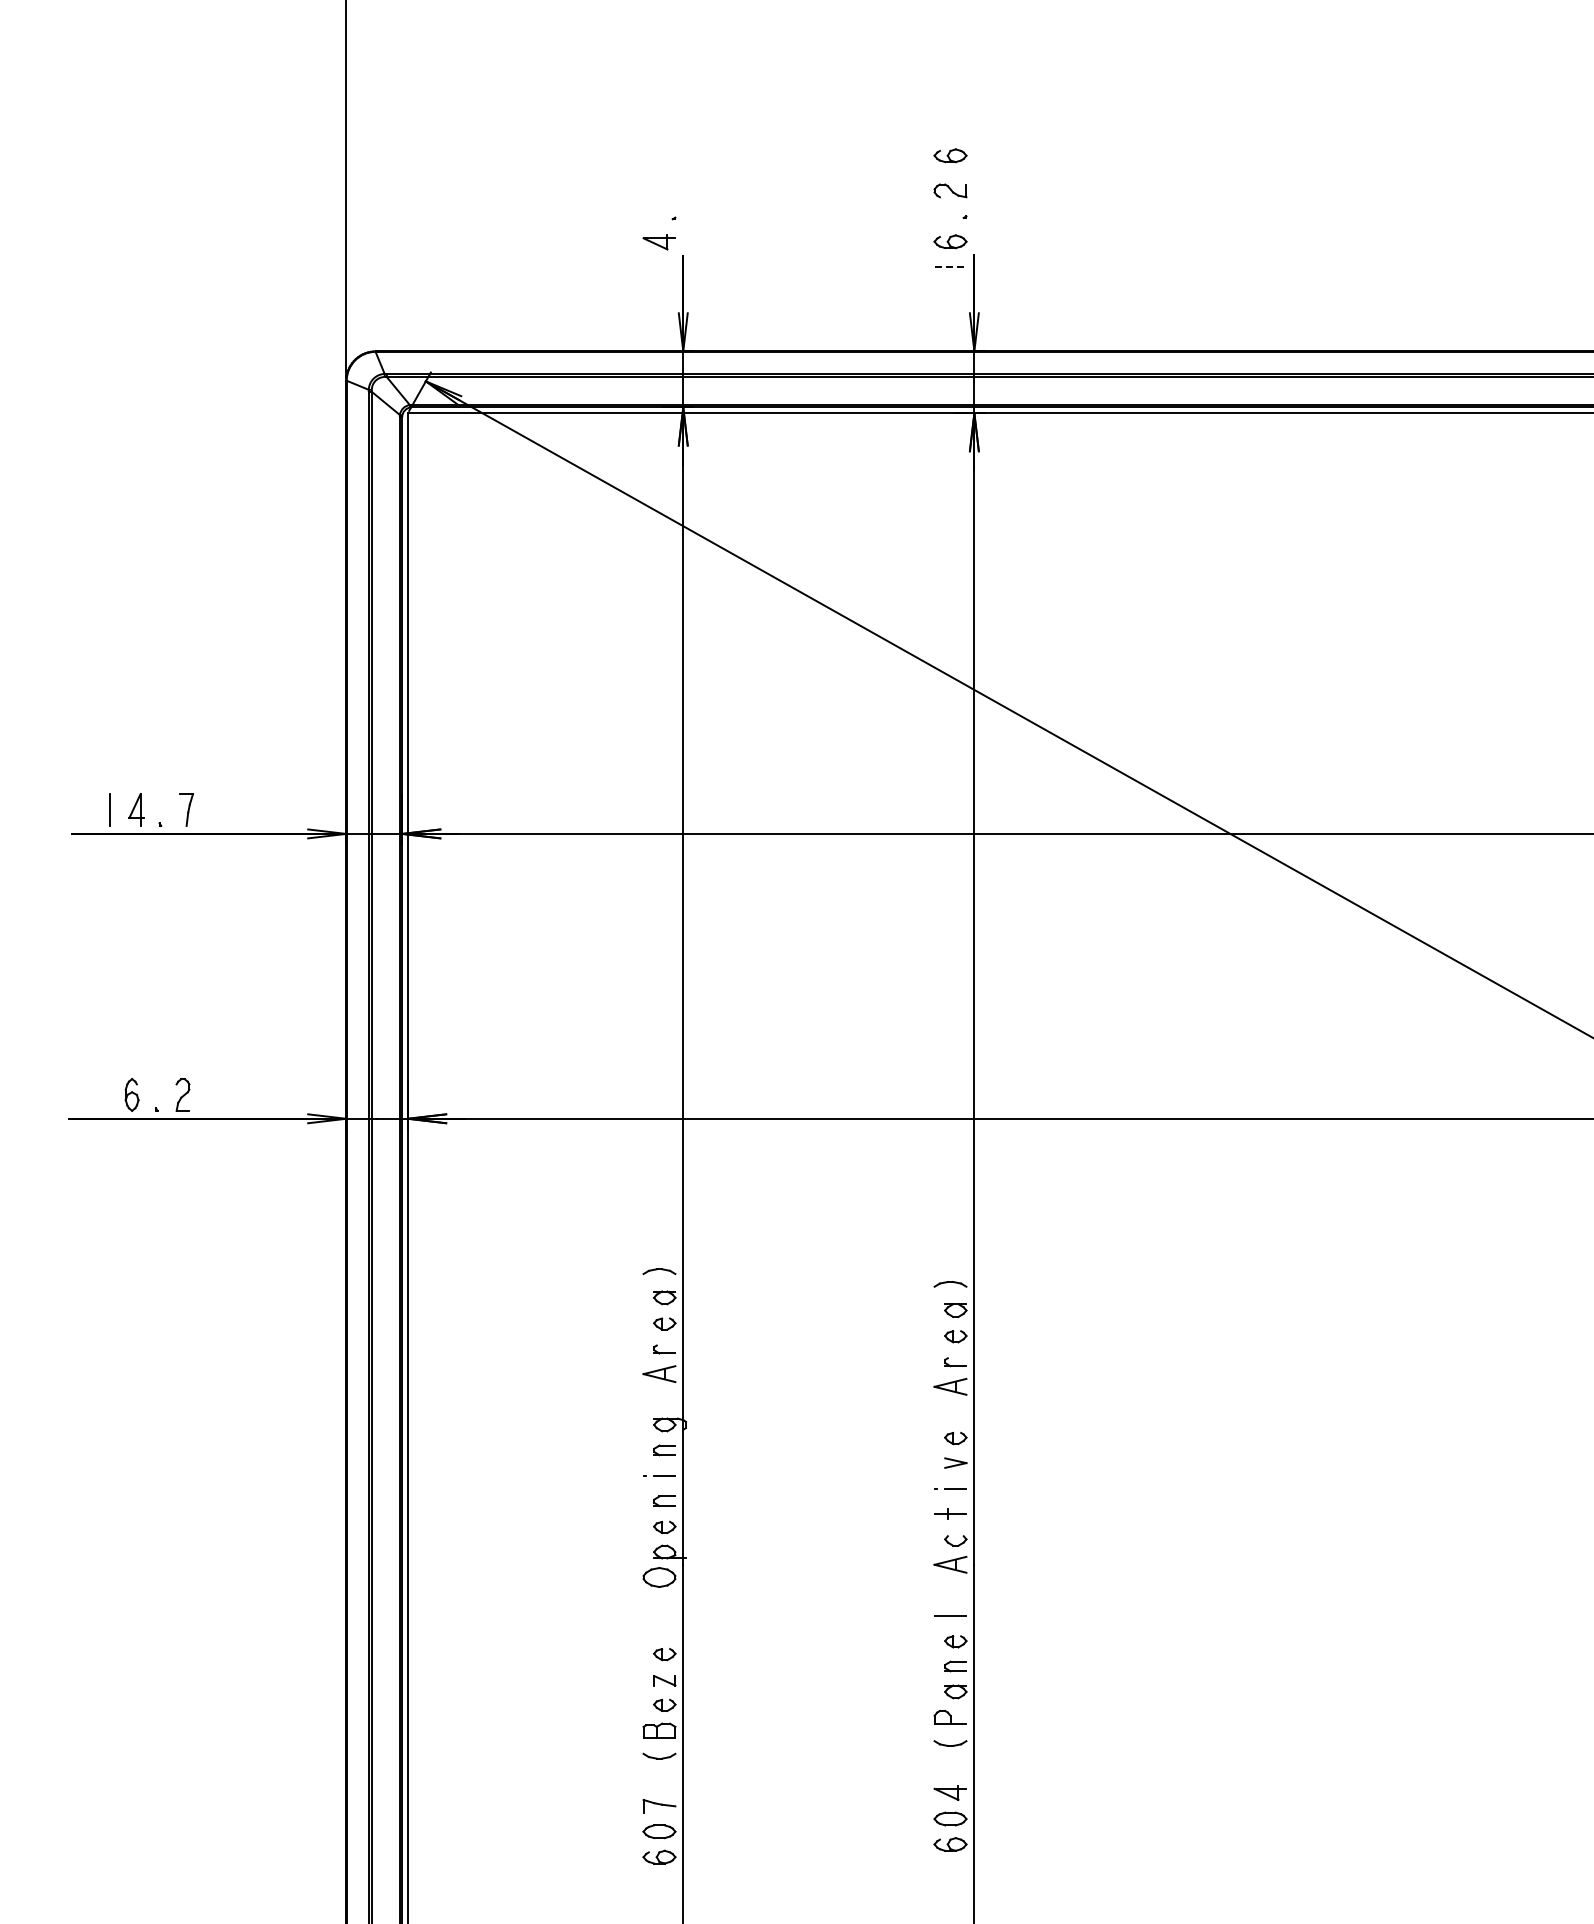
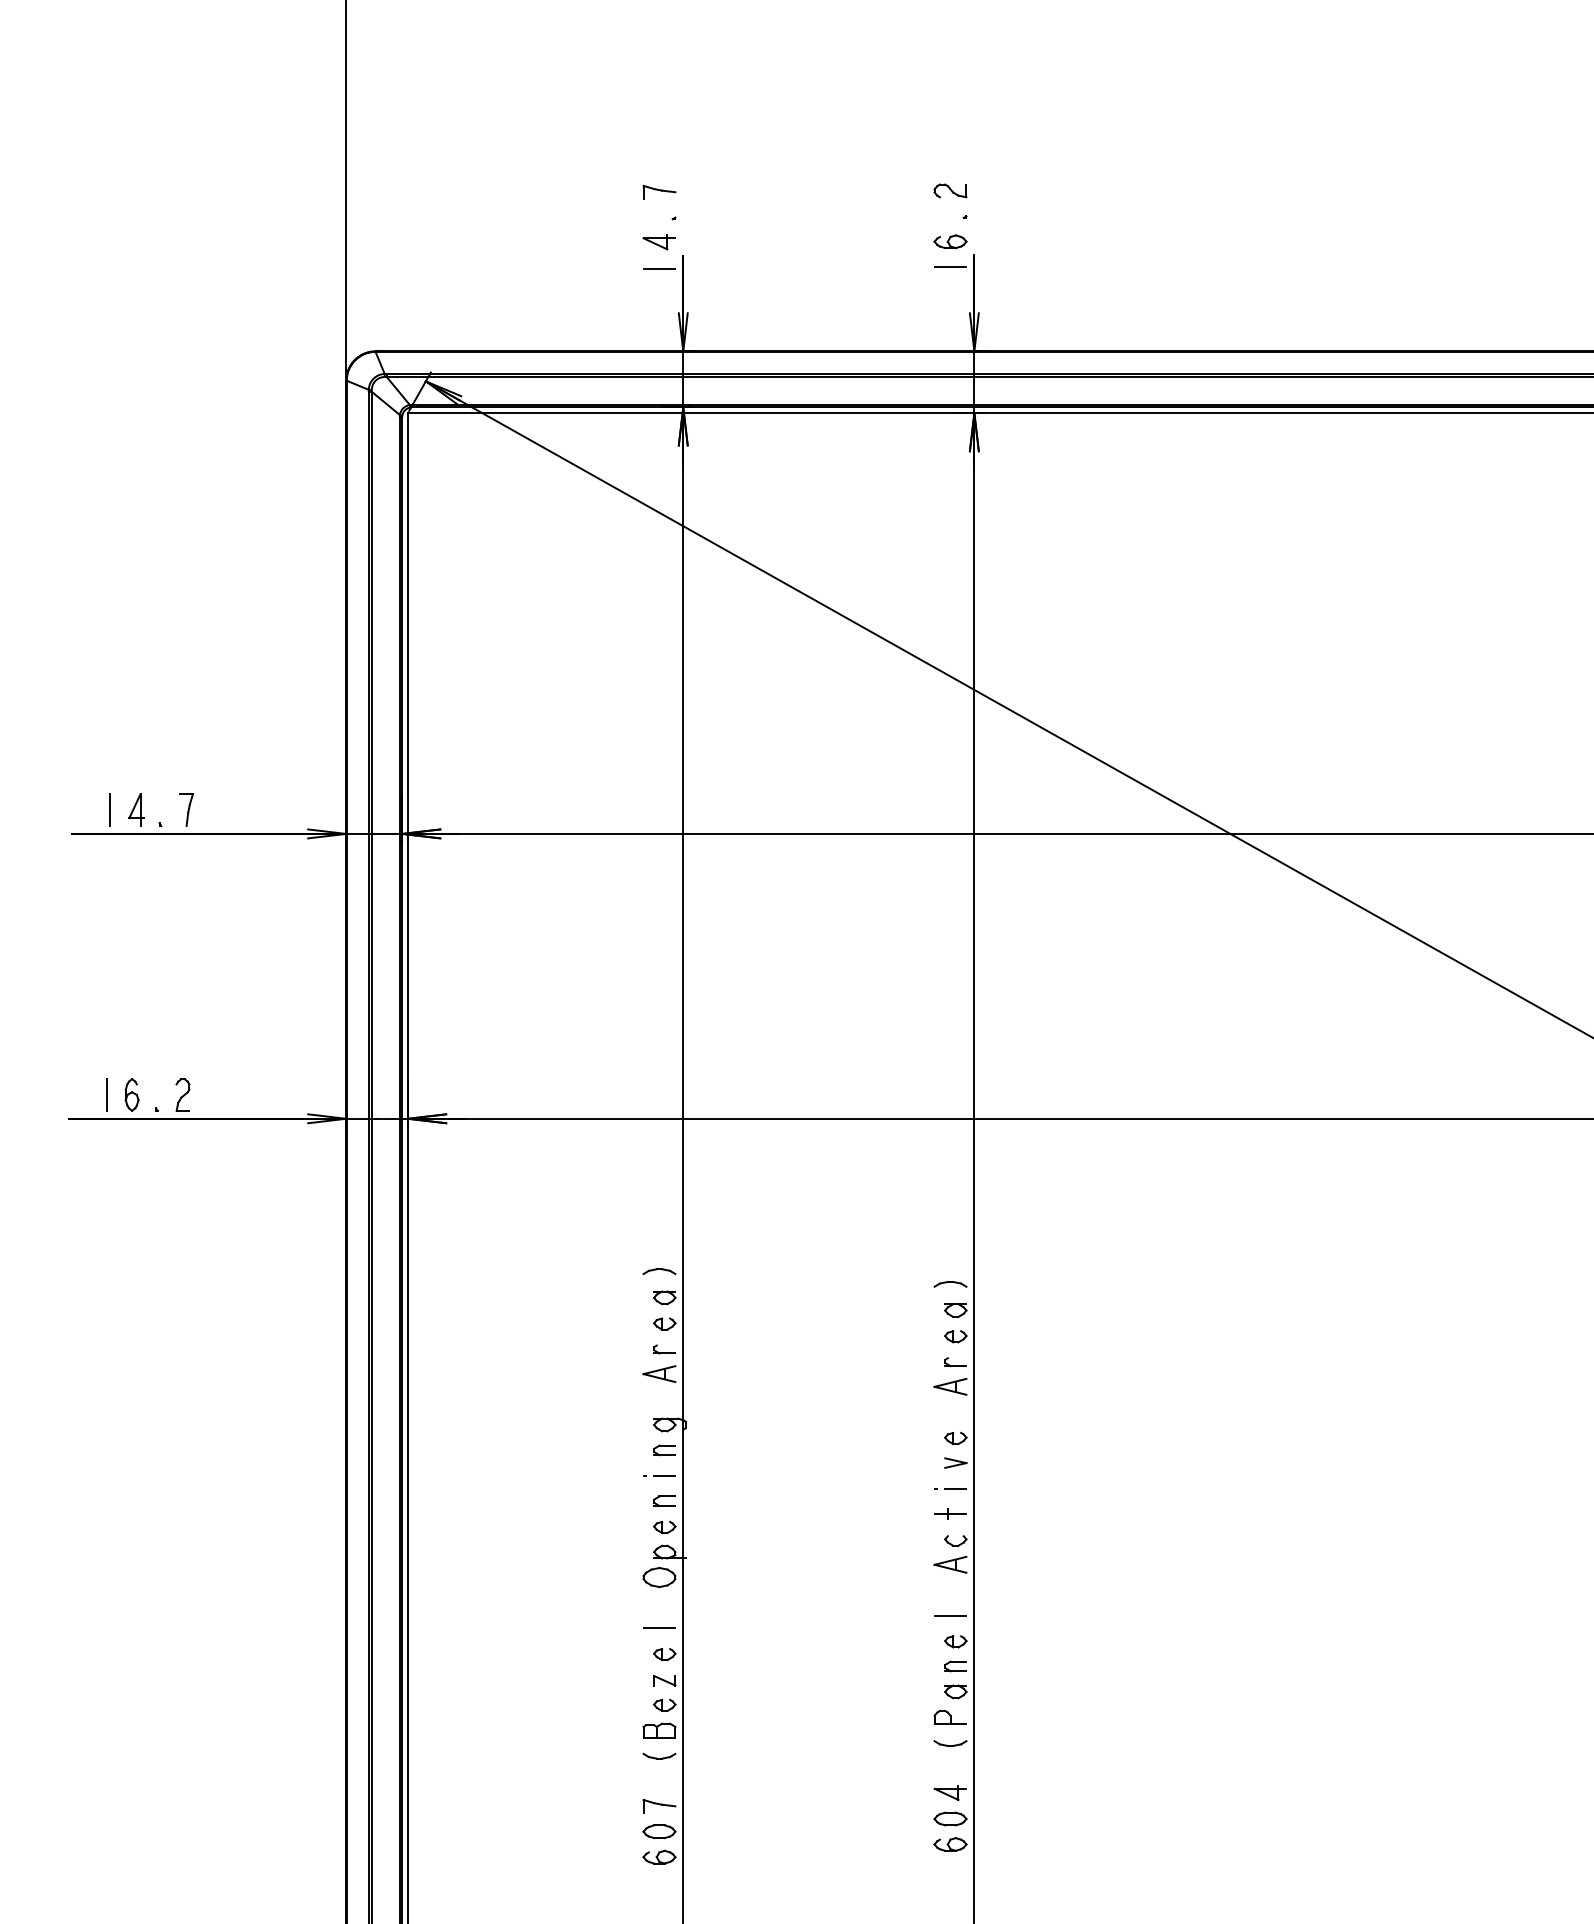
part at (950, 155): present -> none
part at (659, 191): none -> present
line at (950, 267): dashed -> solid
line at (659, 268): none -> present
line at (106, 1094): none -> present
line at (659, 1628): none -> present
